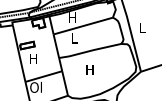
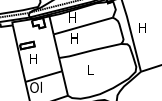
text at (142, 27): L -> H
text at (74, 38): L -> H
text at (89, 69): H -> L
